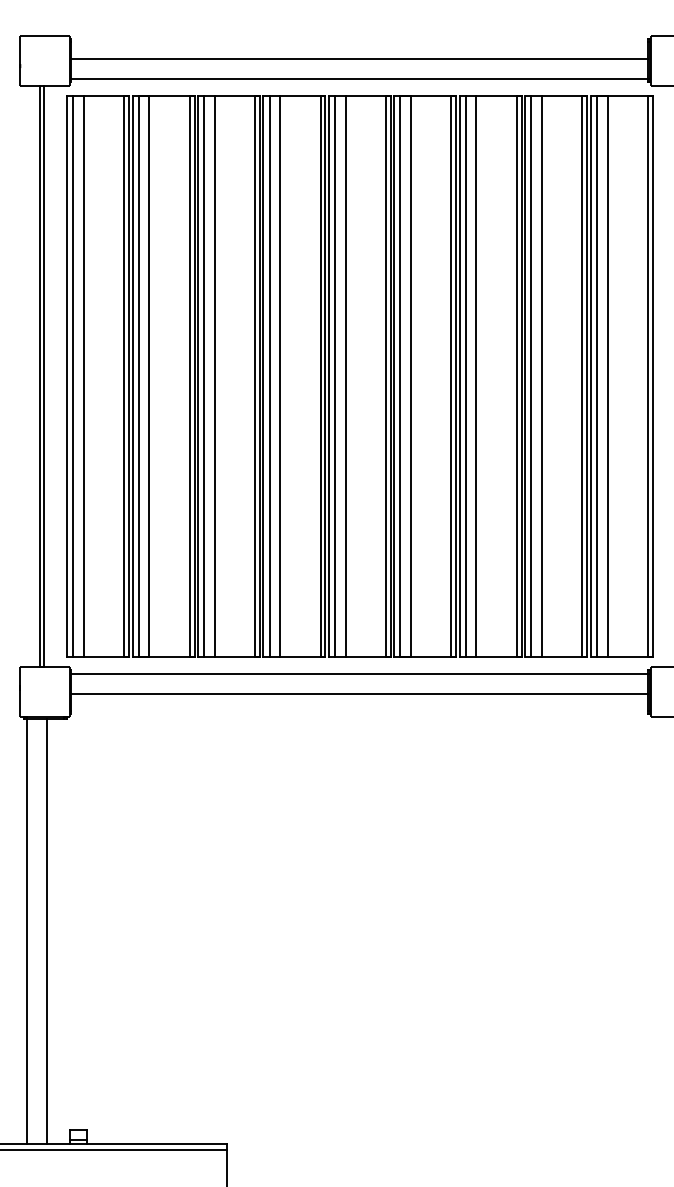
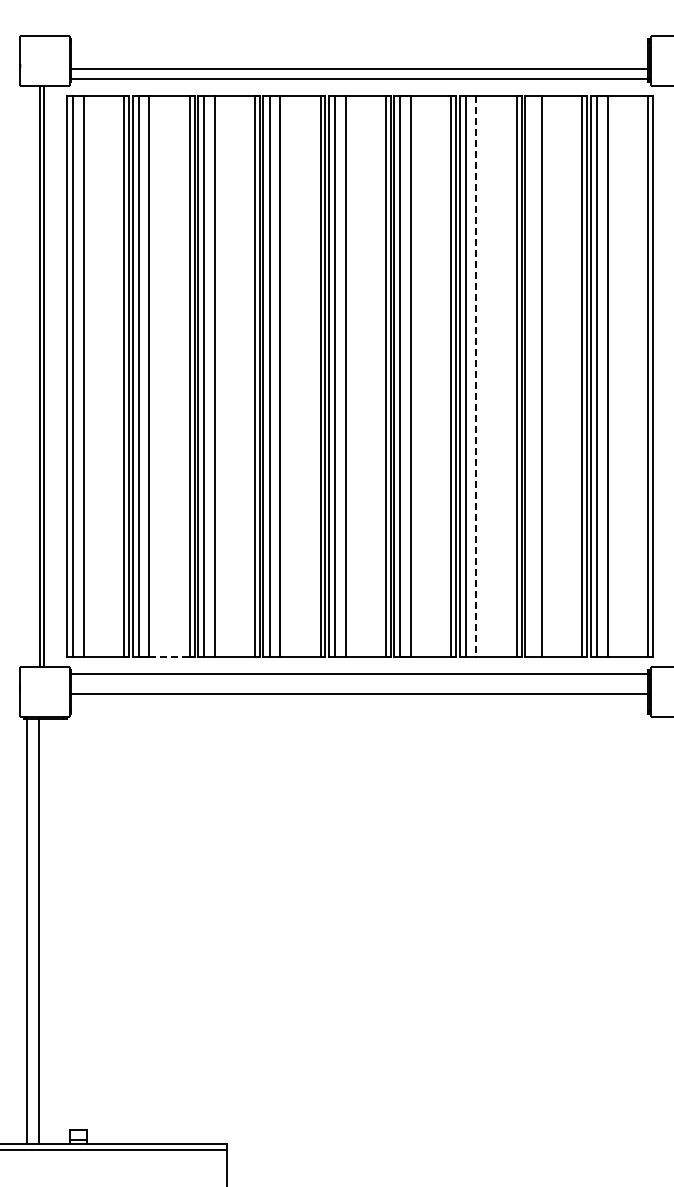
line at (358, 58) position: (358, 58) -> (358, 68)
line at (531, 375): present -> none
line at (476, 376): solid -> dashed
line at (169, 656): solid -> dashed
line at (47, 930) position: (47, 930) -> (39, 930)
